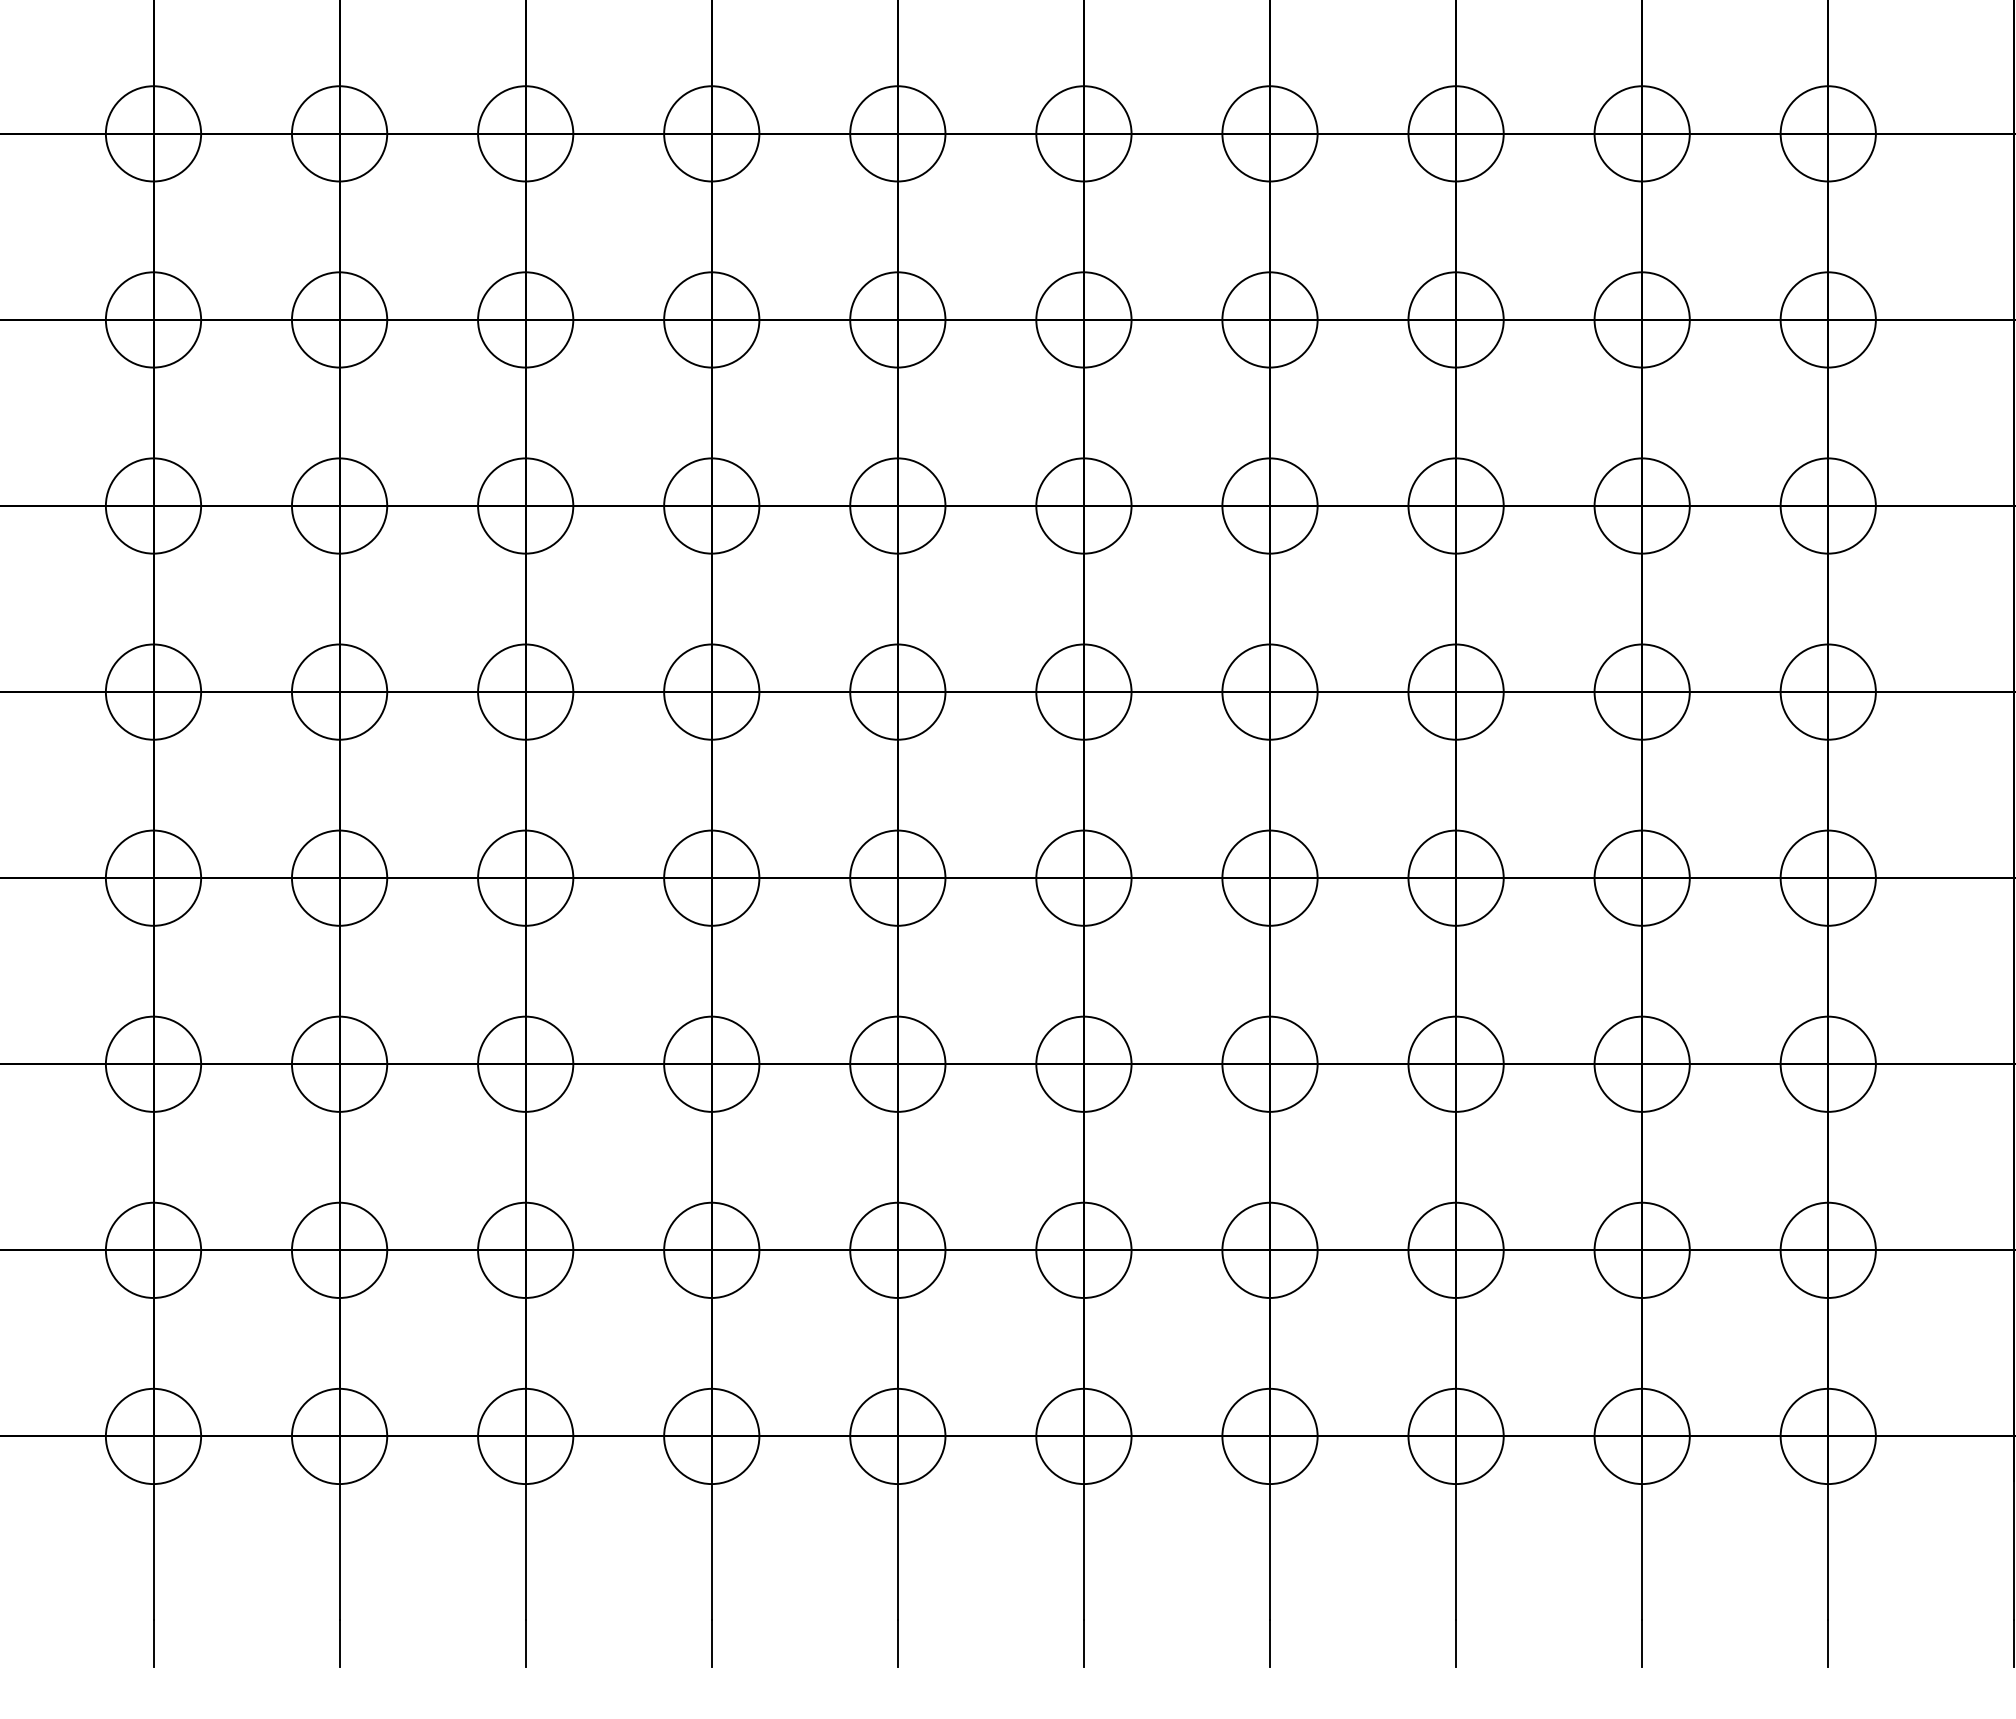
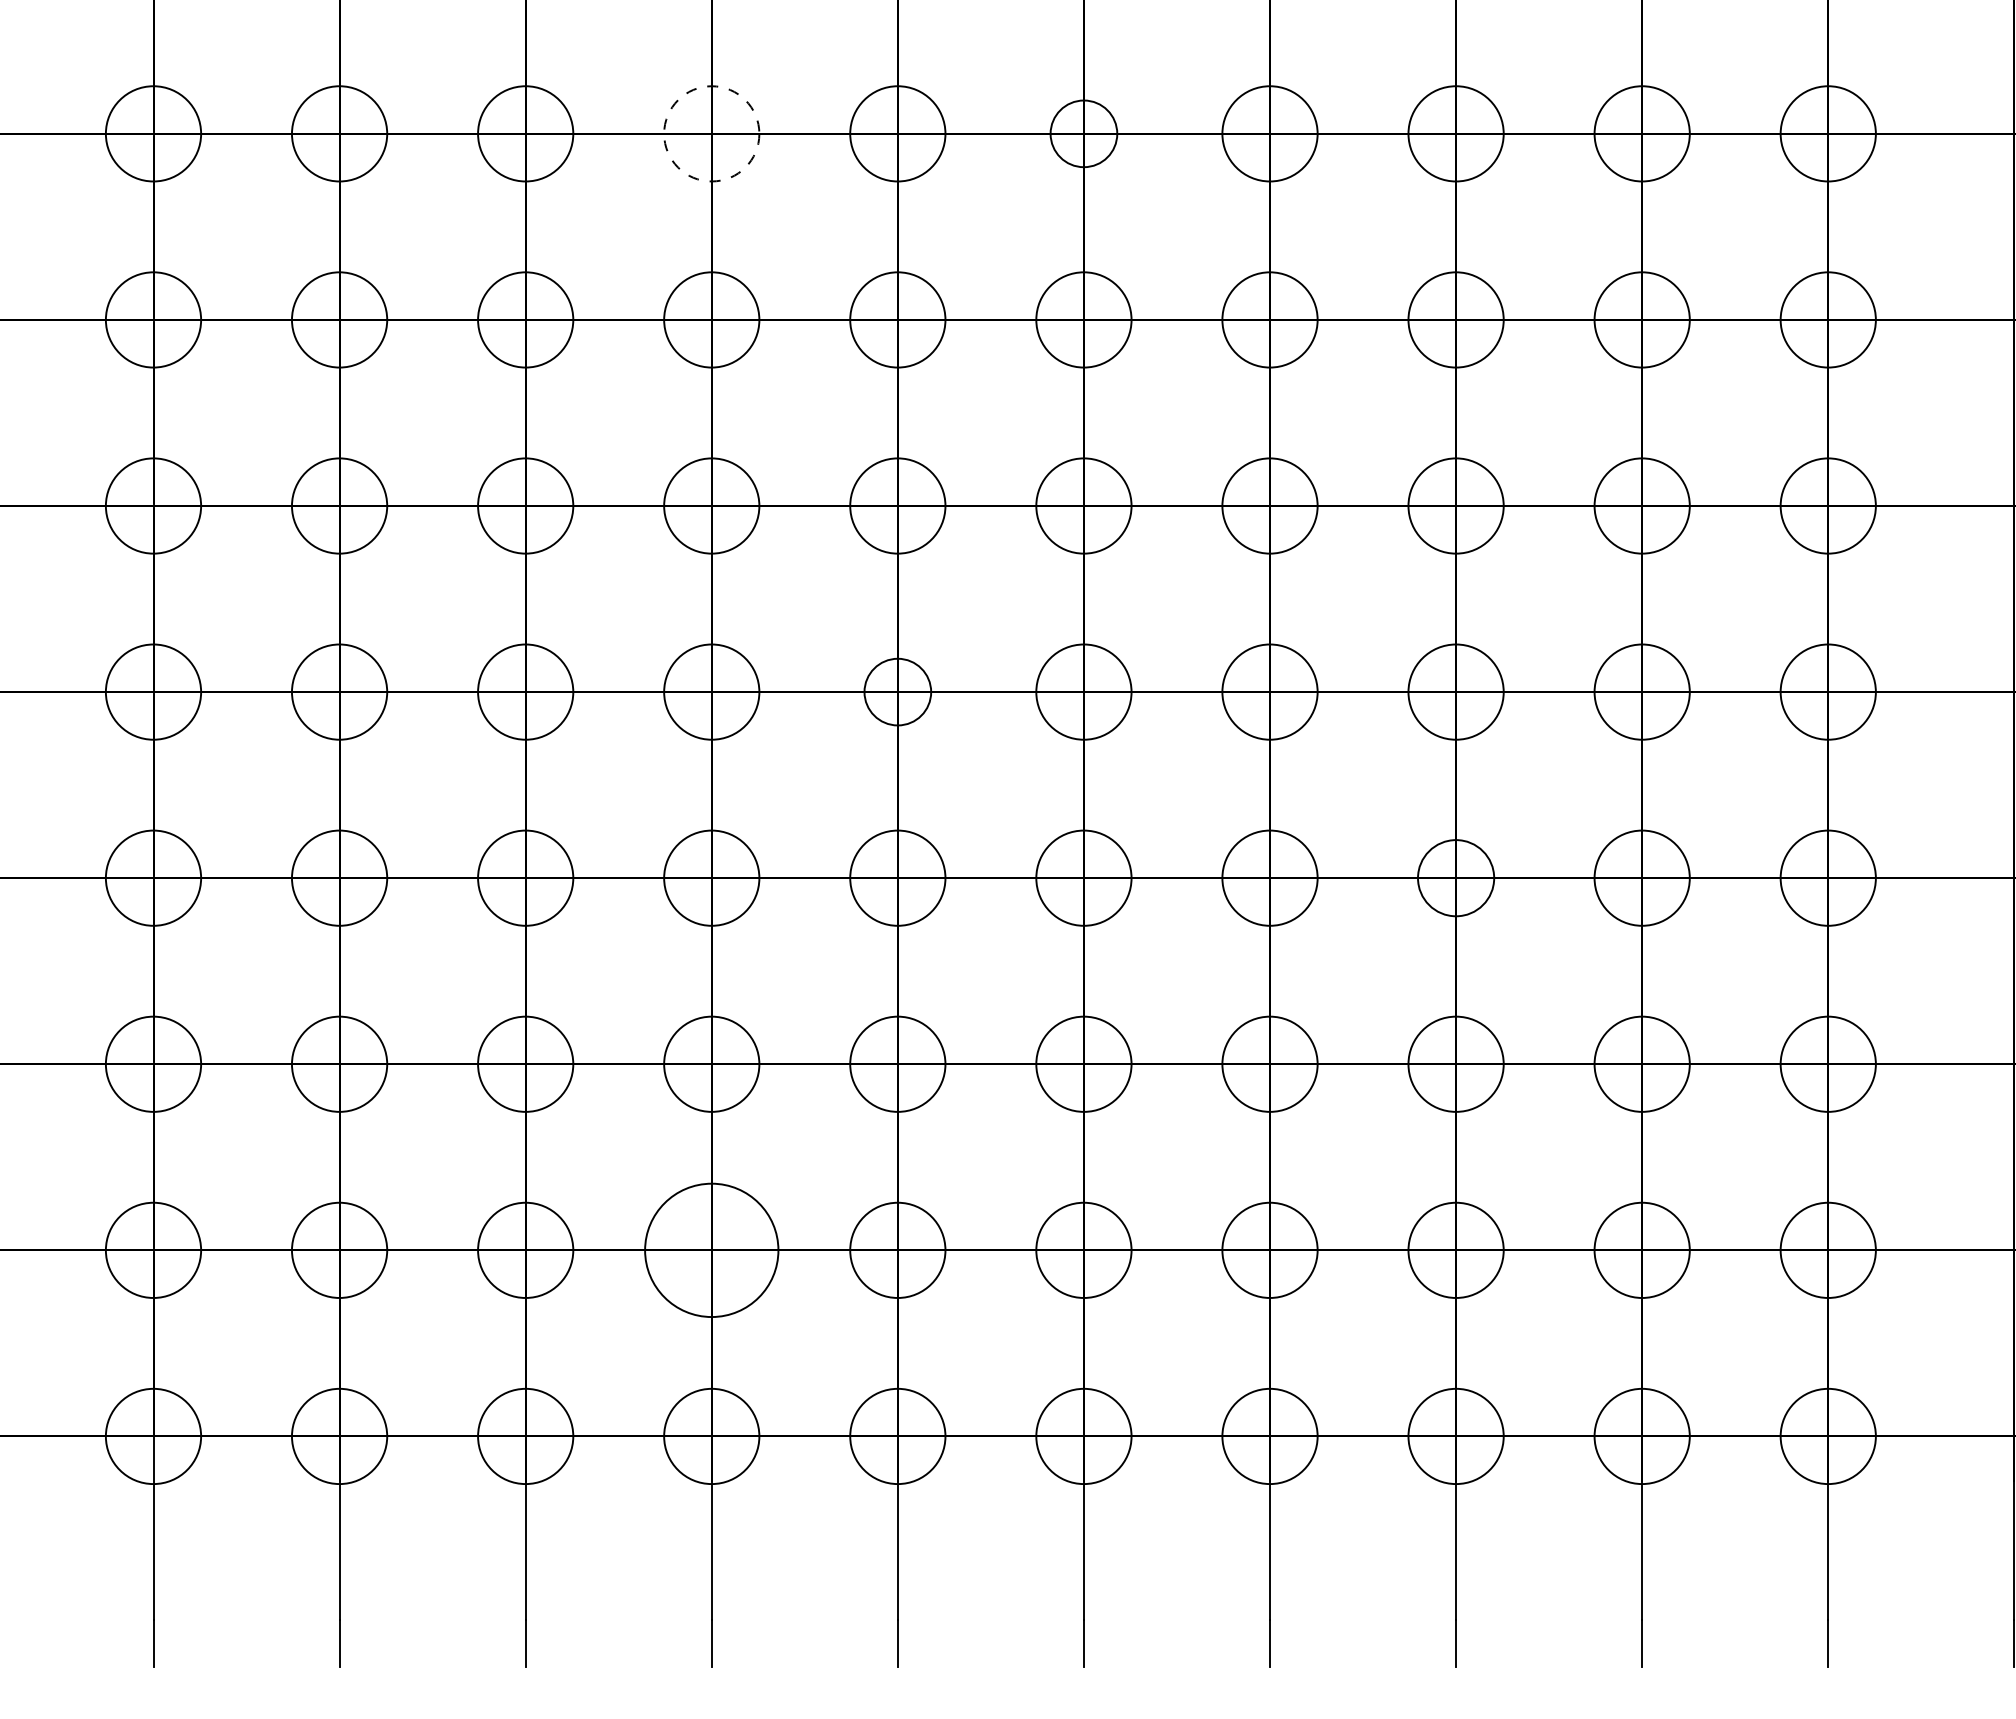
circle at (711, 133): solid -> dashed
circle at (1083, 133) diameter: 95 px -> 67 px
circle at (897, 691) diameter: 95 px -> 67 px
circle at (1455, 877) diameter: 95 px -> 76 px
circle at (711, 1249) diameter: 95 px -> 133 px
